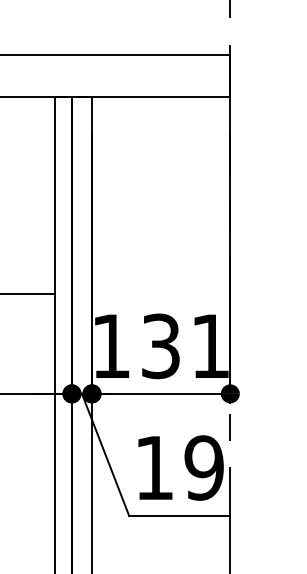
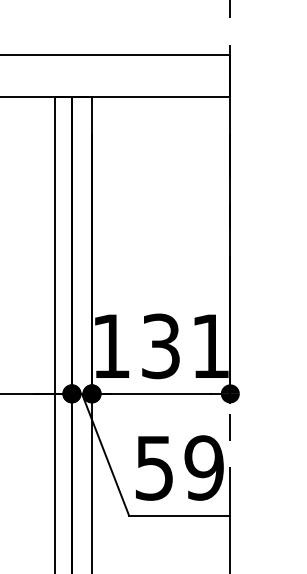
line at (28, 293): present -> none
text at (154, 468): 19 -> 59
